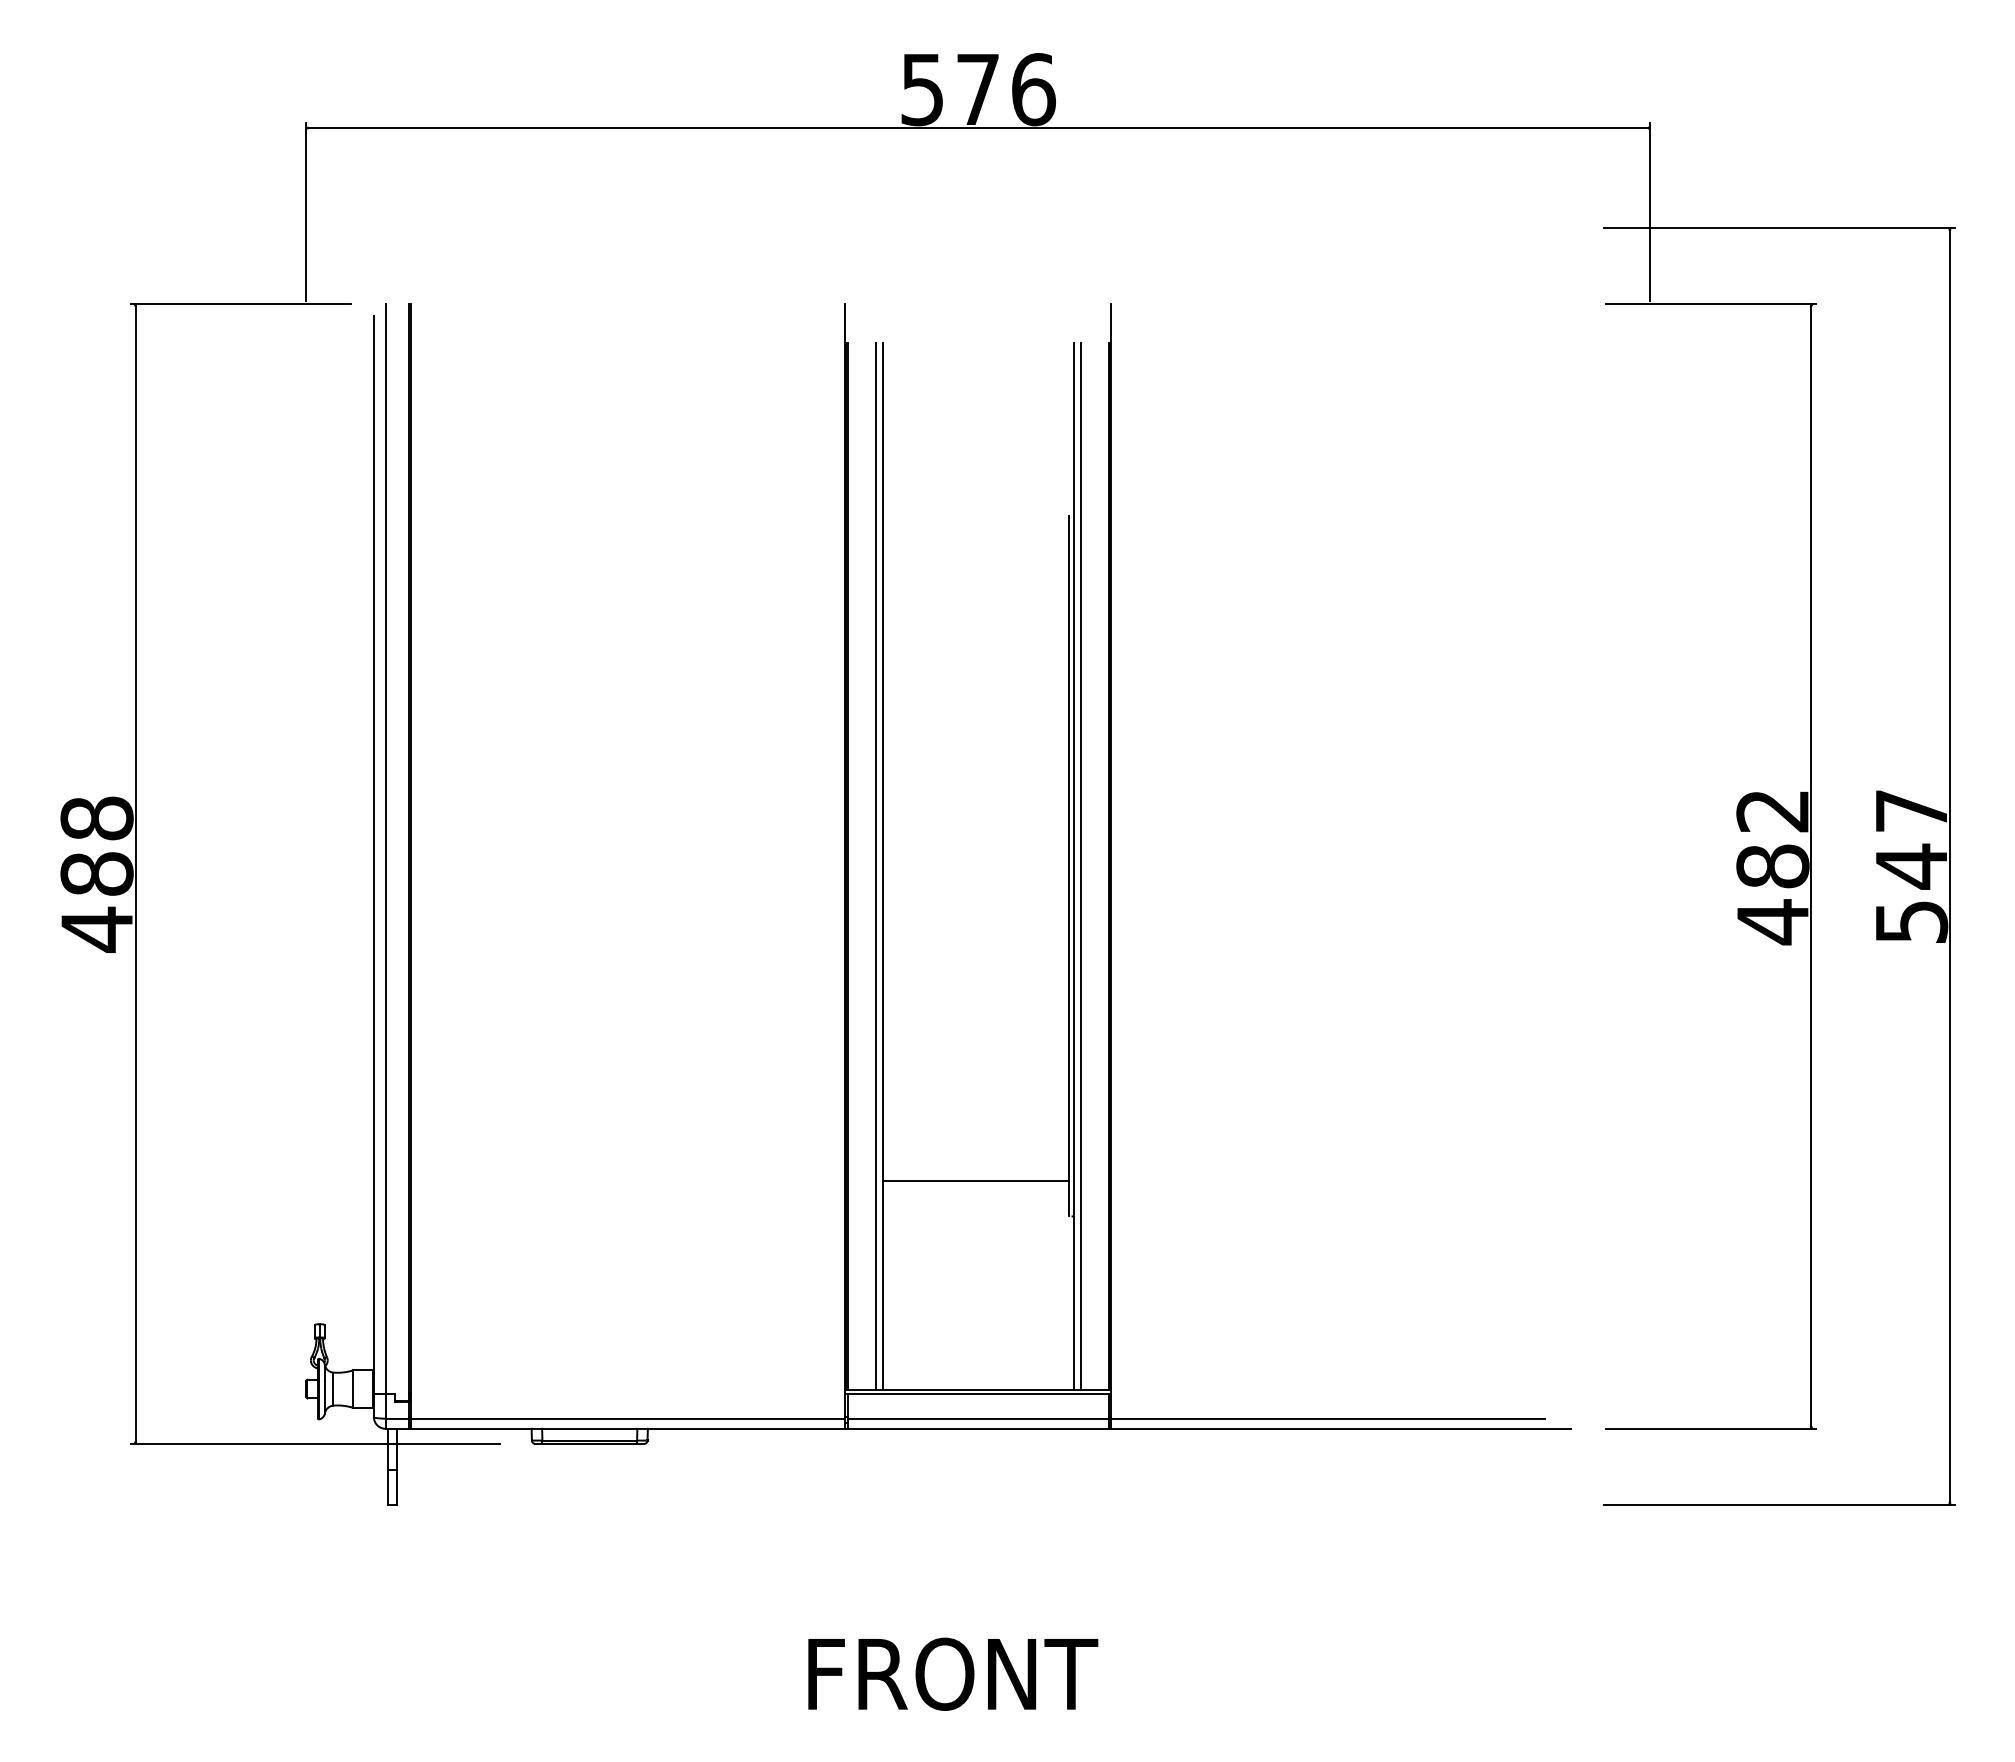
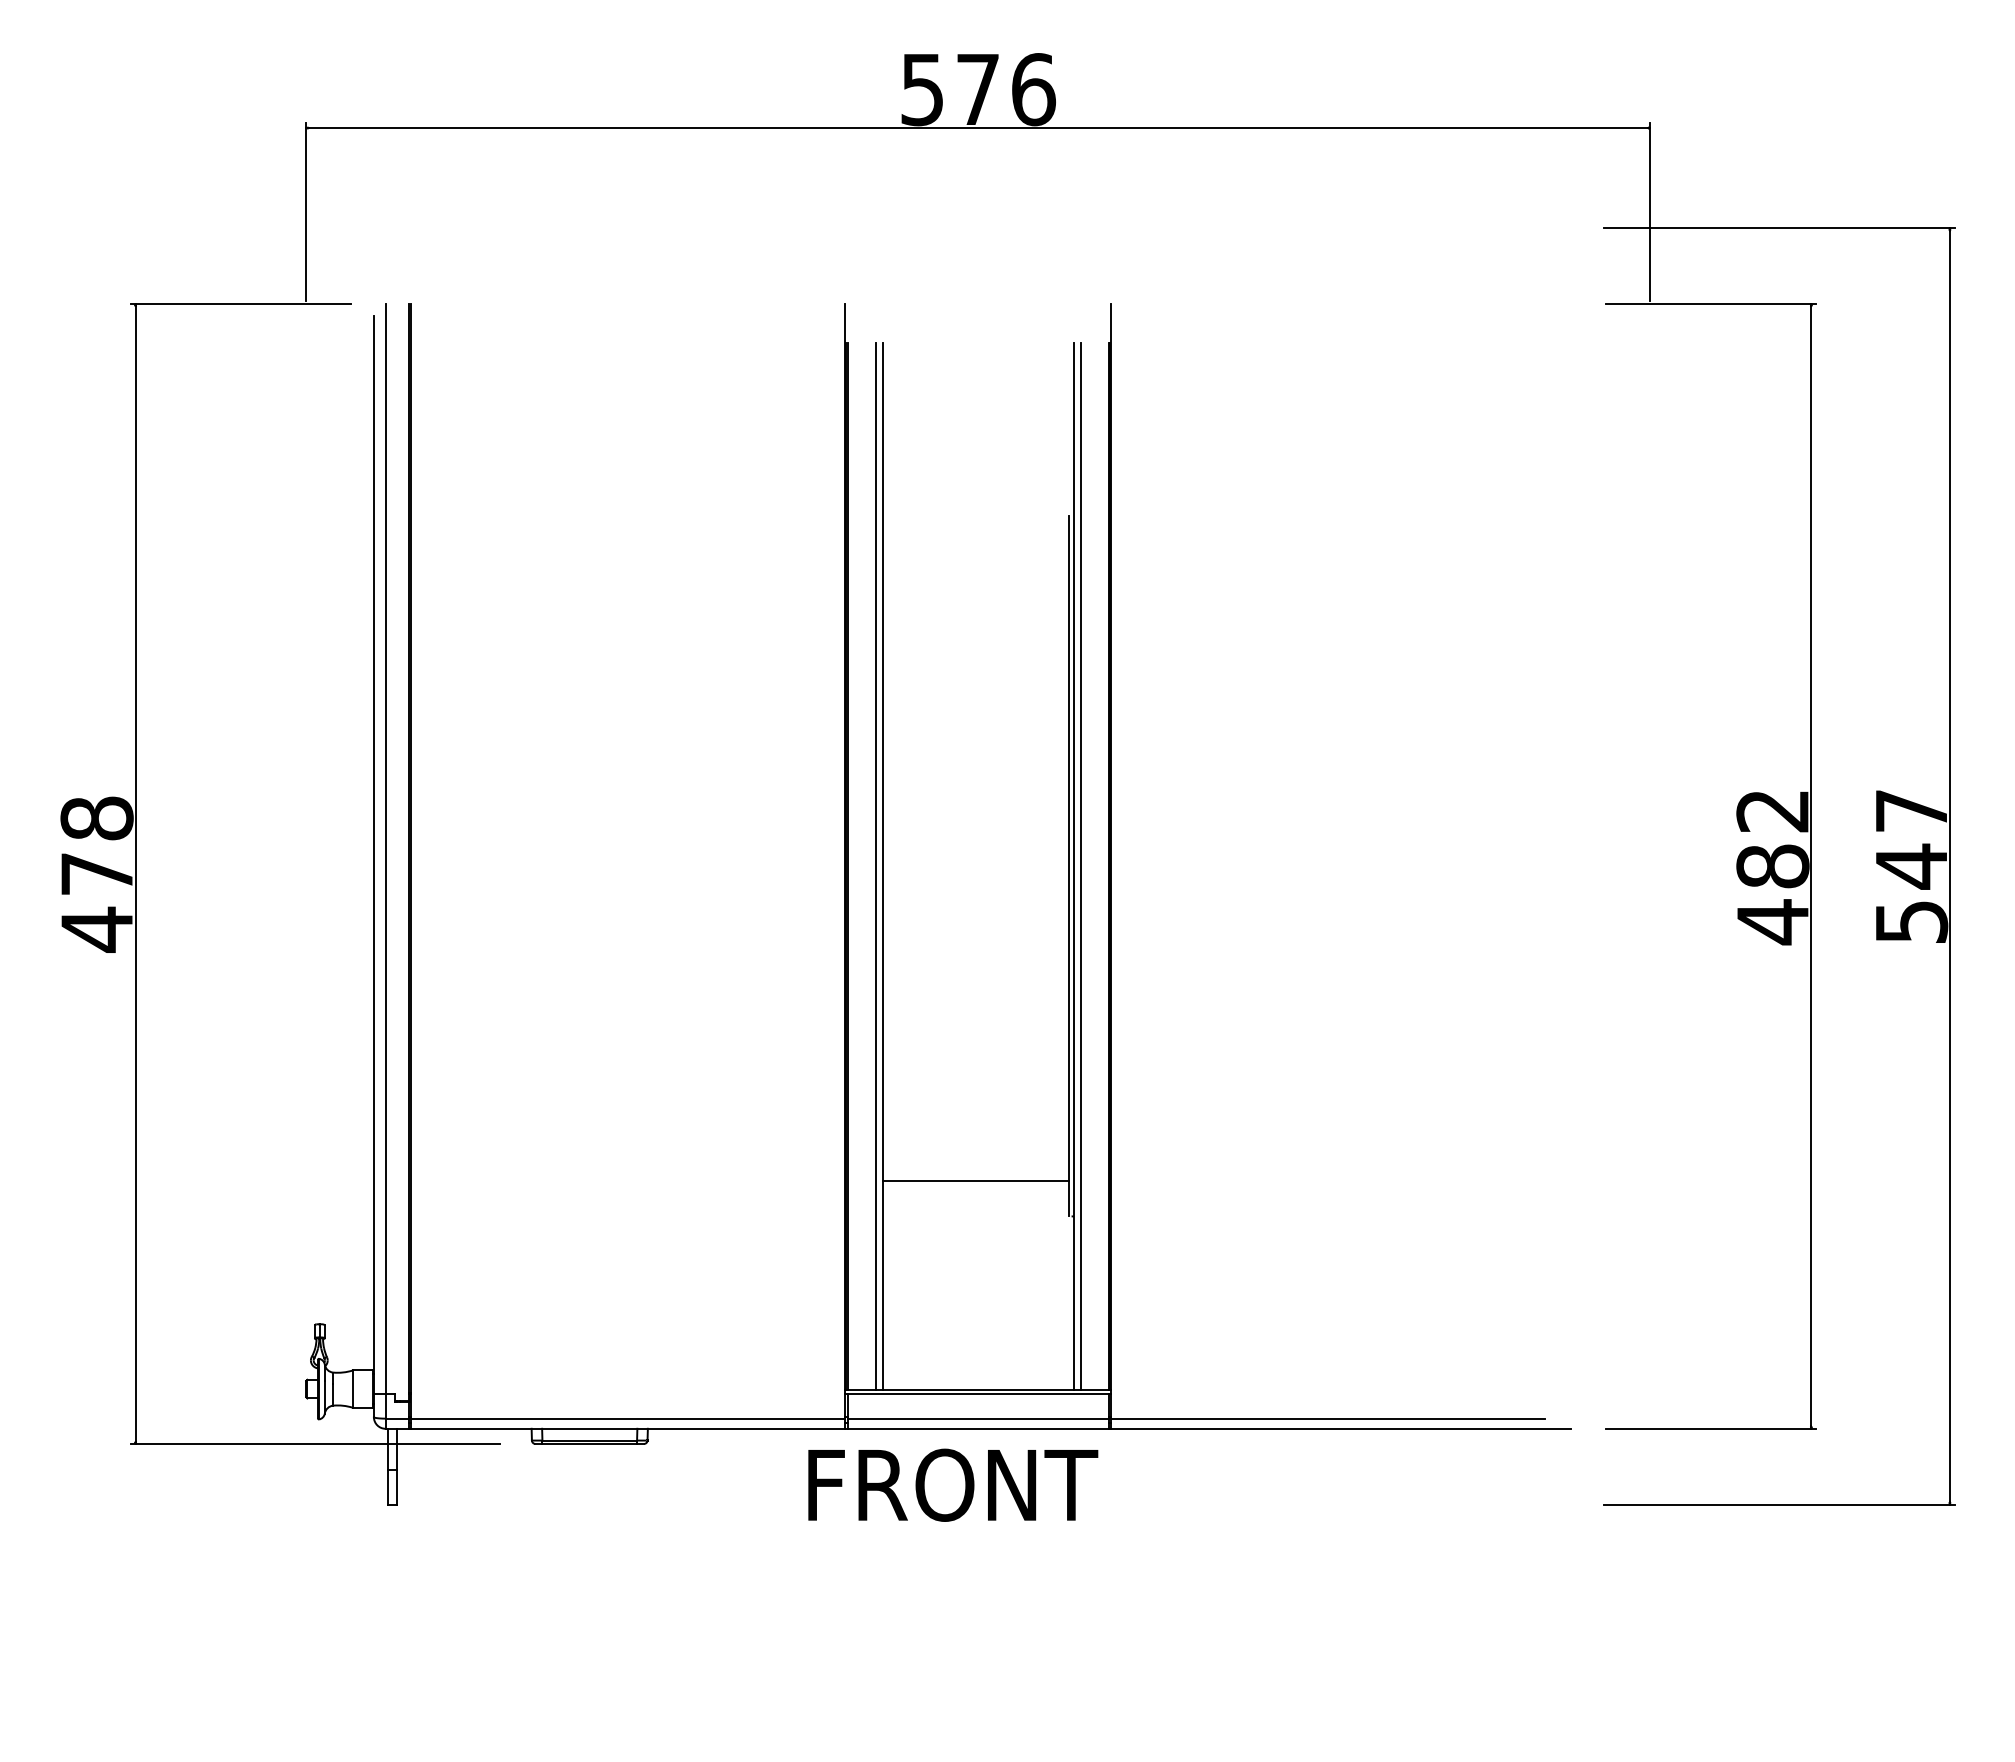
text at (96, 873): 488 -> 478
text at (953, 1673) position: (953, 1673) -> (953, 1484)
